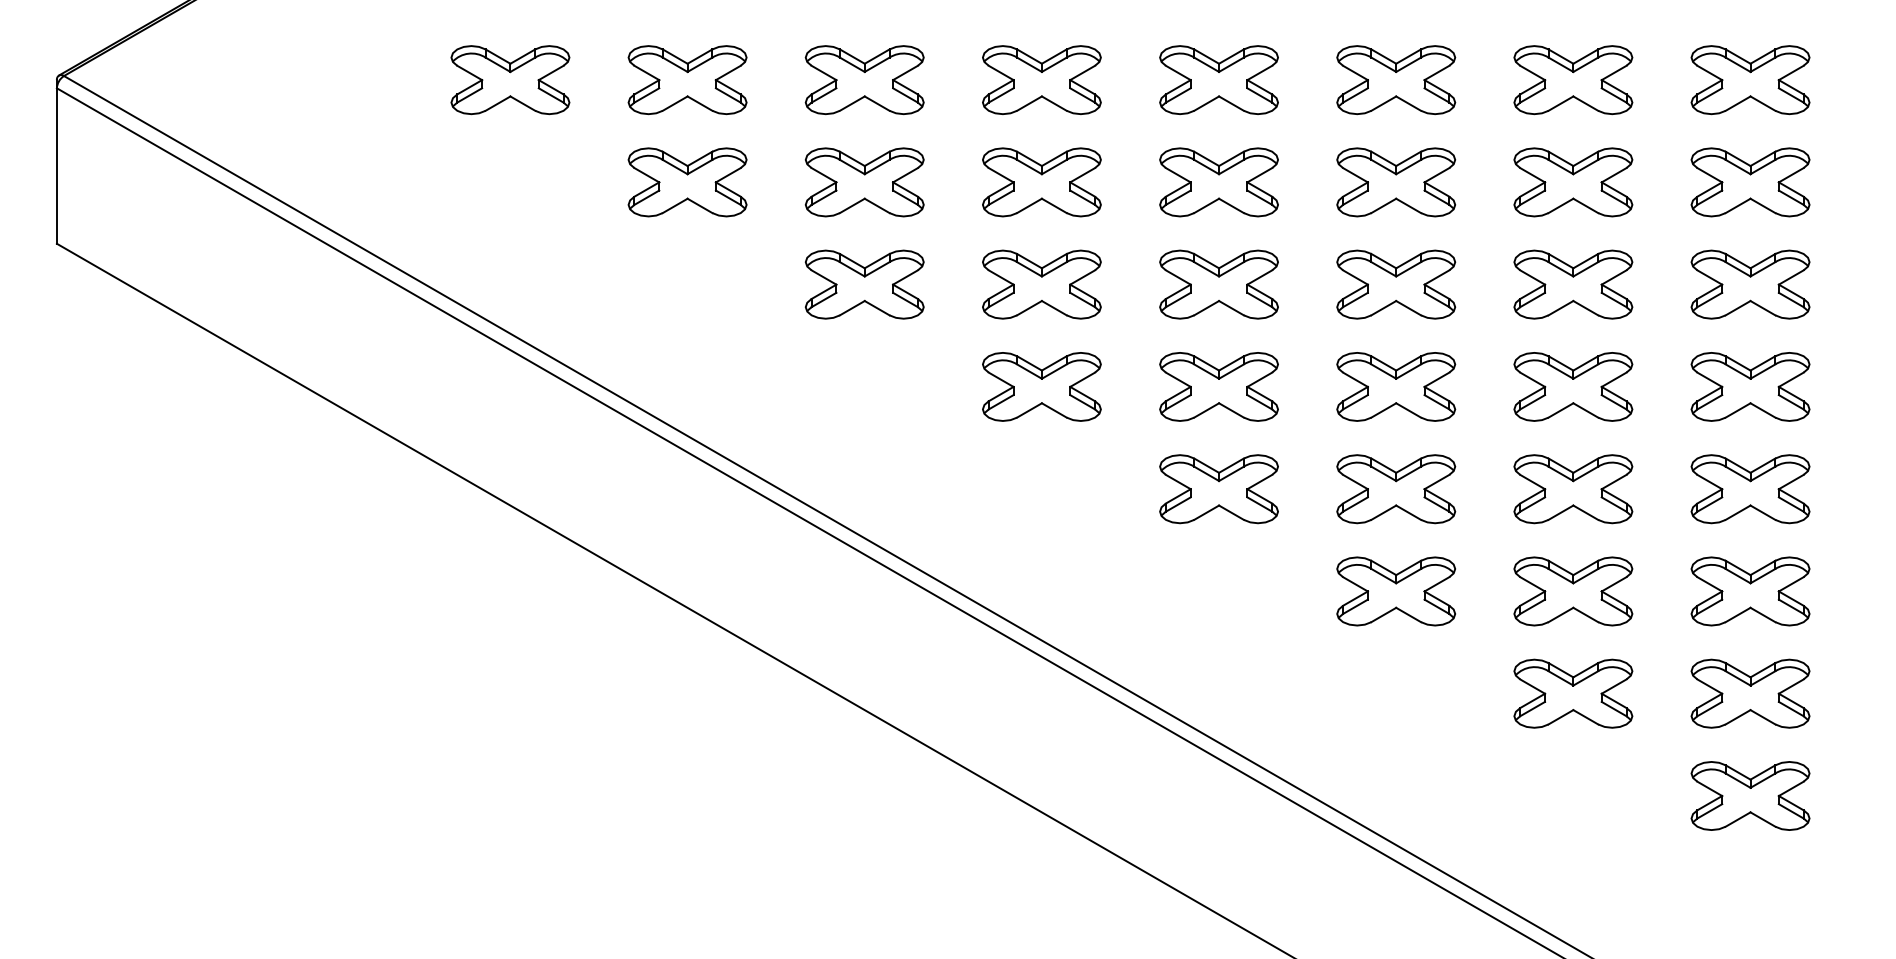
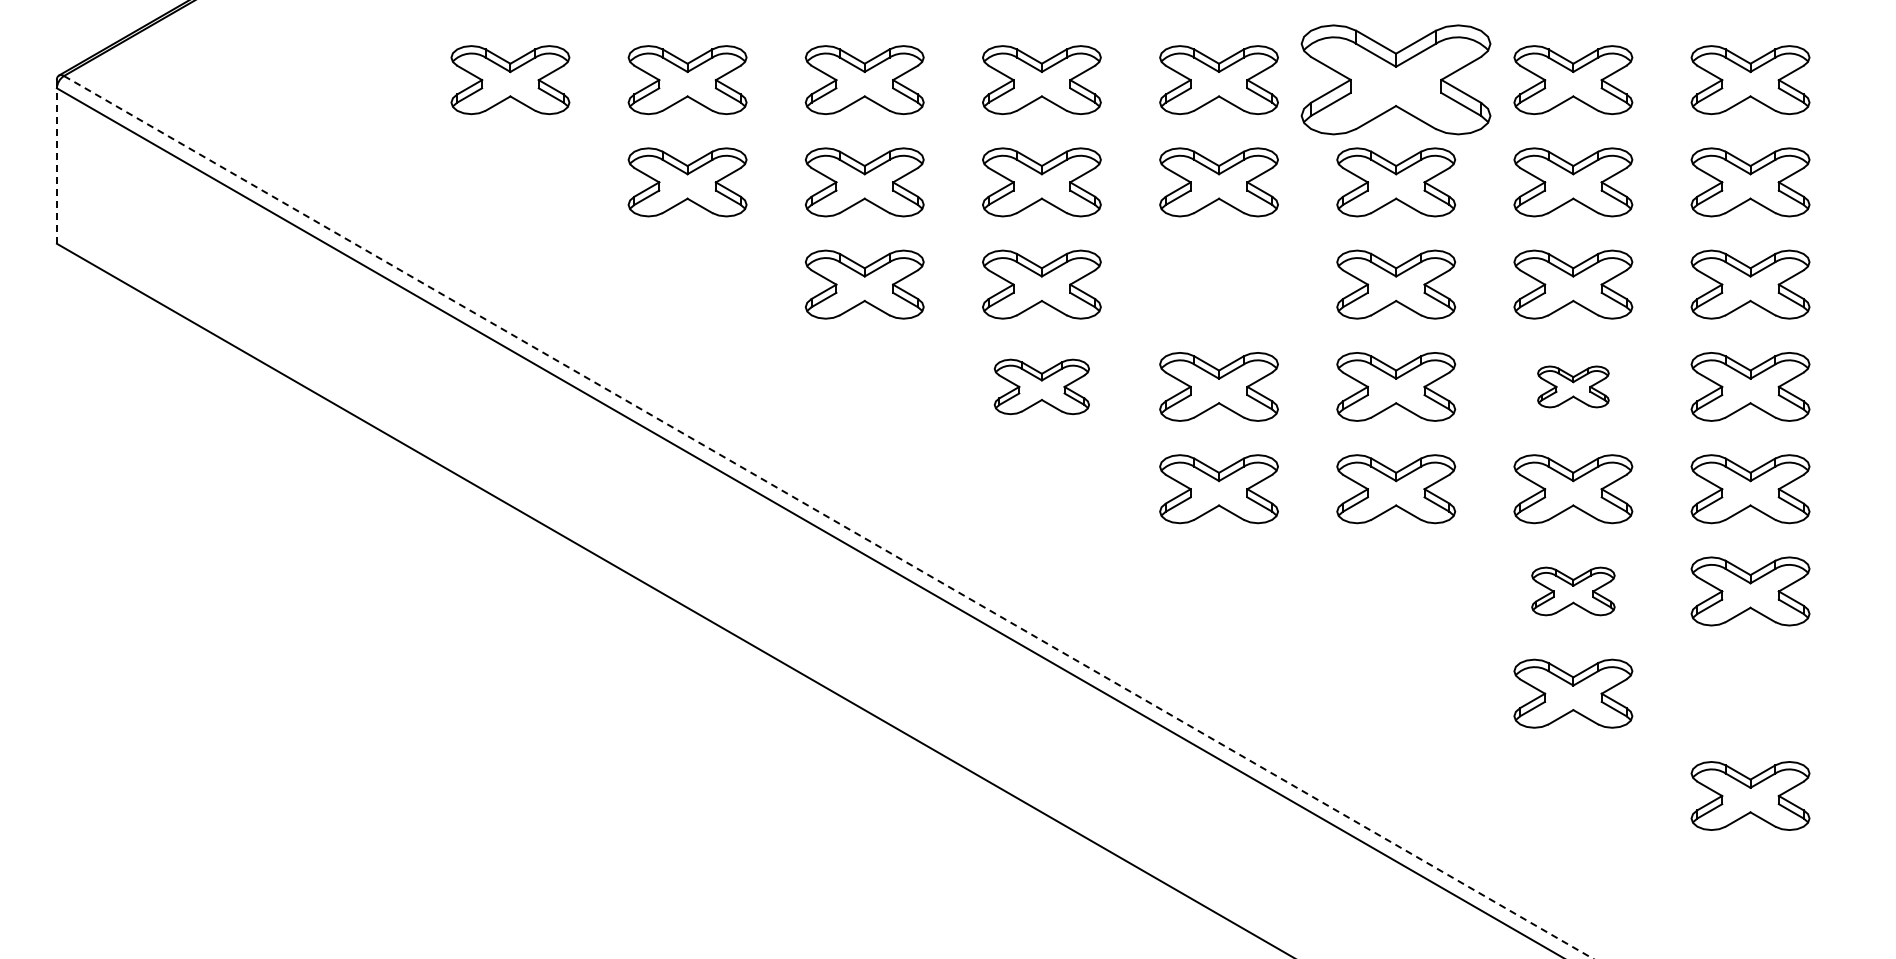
part at (1396, 80) size: 121x71 px -> 192x112 px
line at (56, 166): solid -> dashed
part at (1218, 284): present -> none
part at (1041, 386) size: 120x70 px -> 97x58 px
part at (1573, 386) size: 121x70 px -> 73x44 px
line at (828, 517): solid -> dashed
part at (1395, 591): present -> none
part at (1573, 591) size: 121x71 px -> 85x51 px
part at (1750, 693): present -> none
